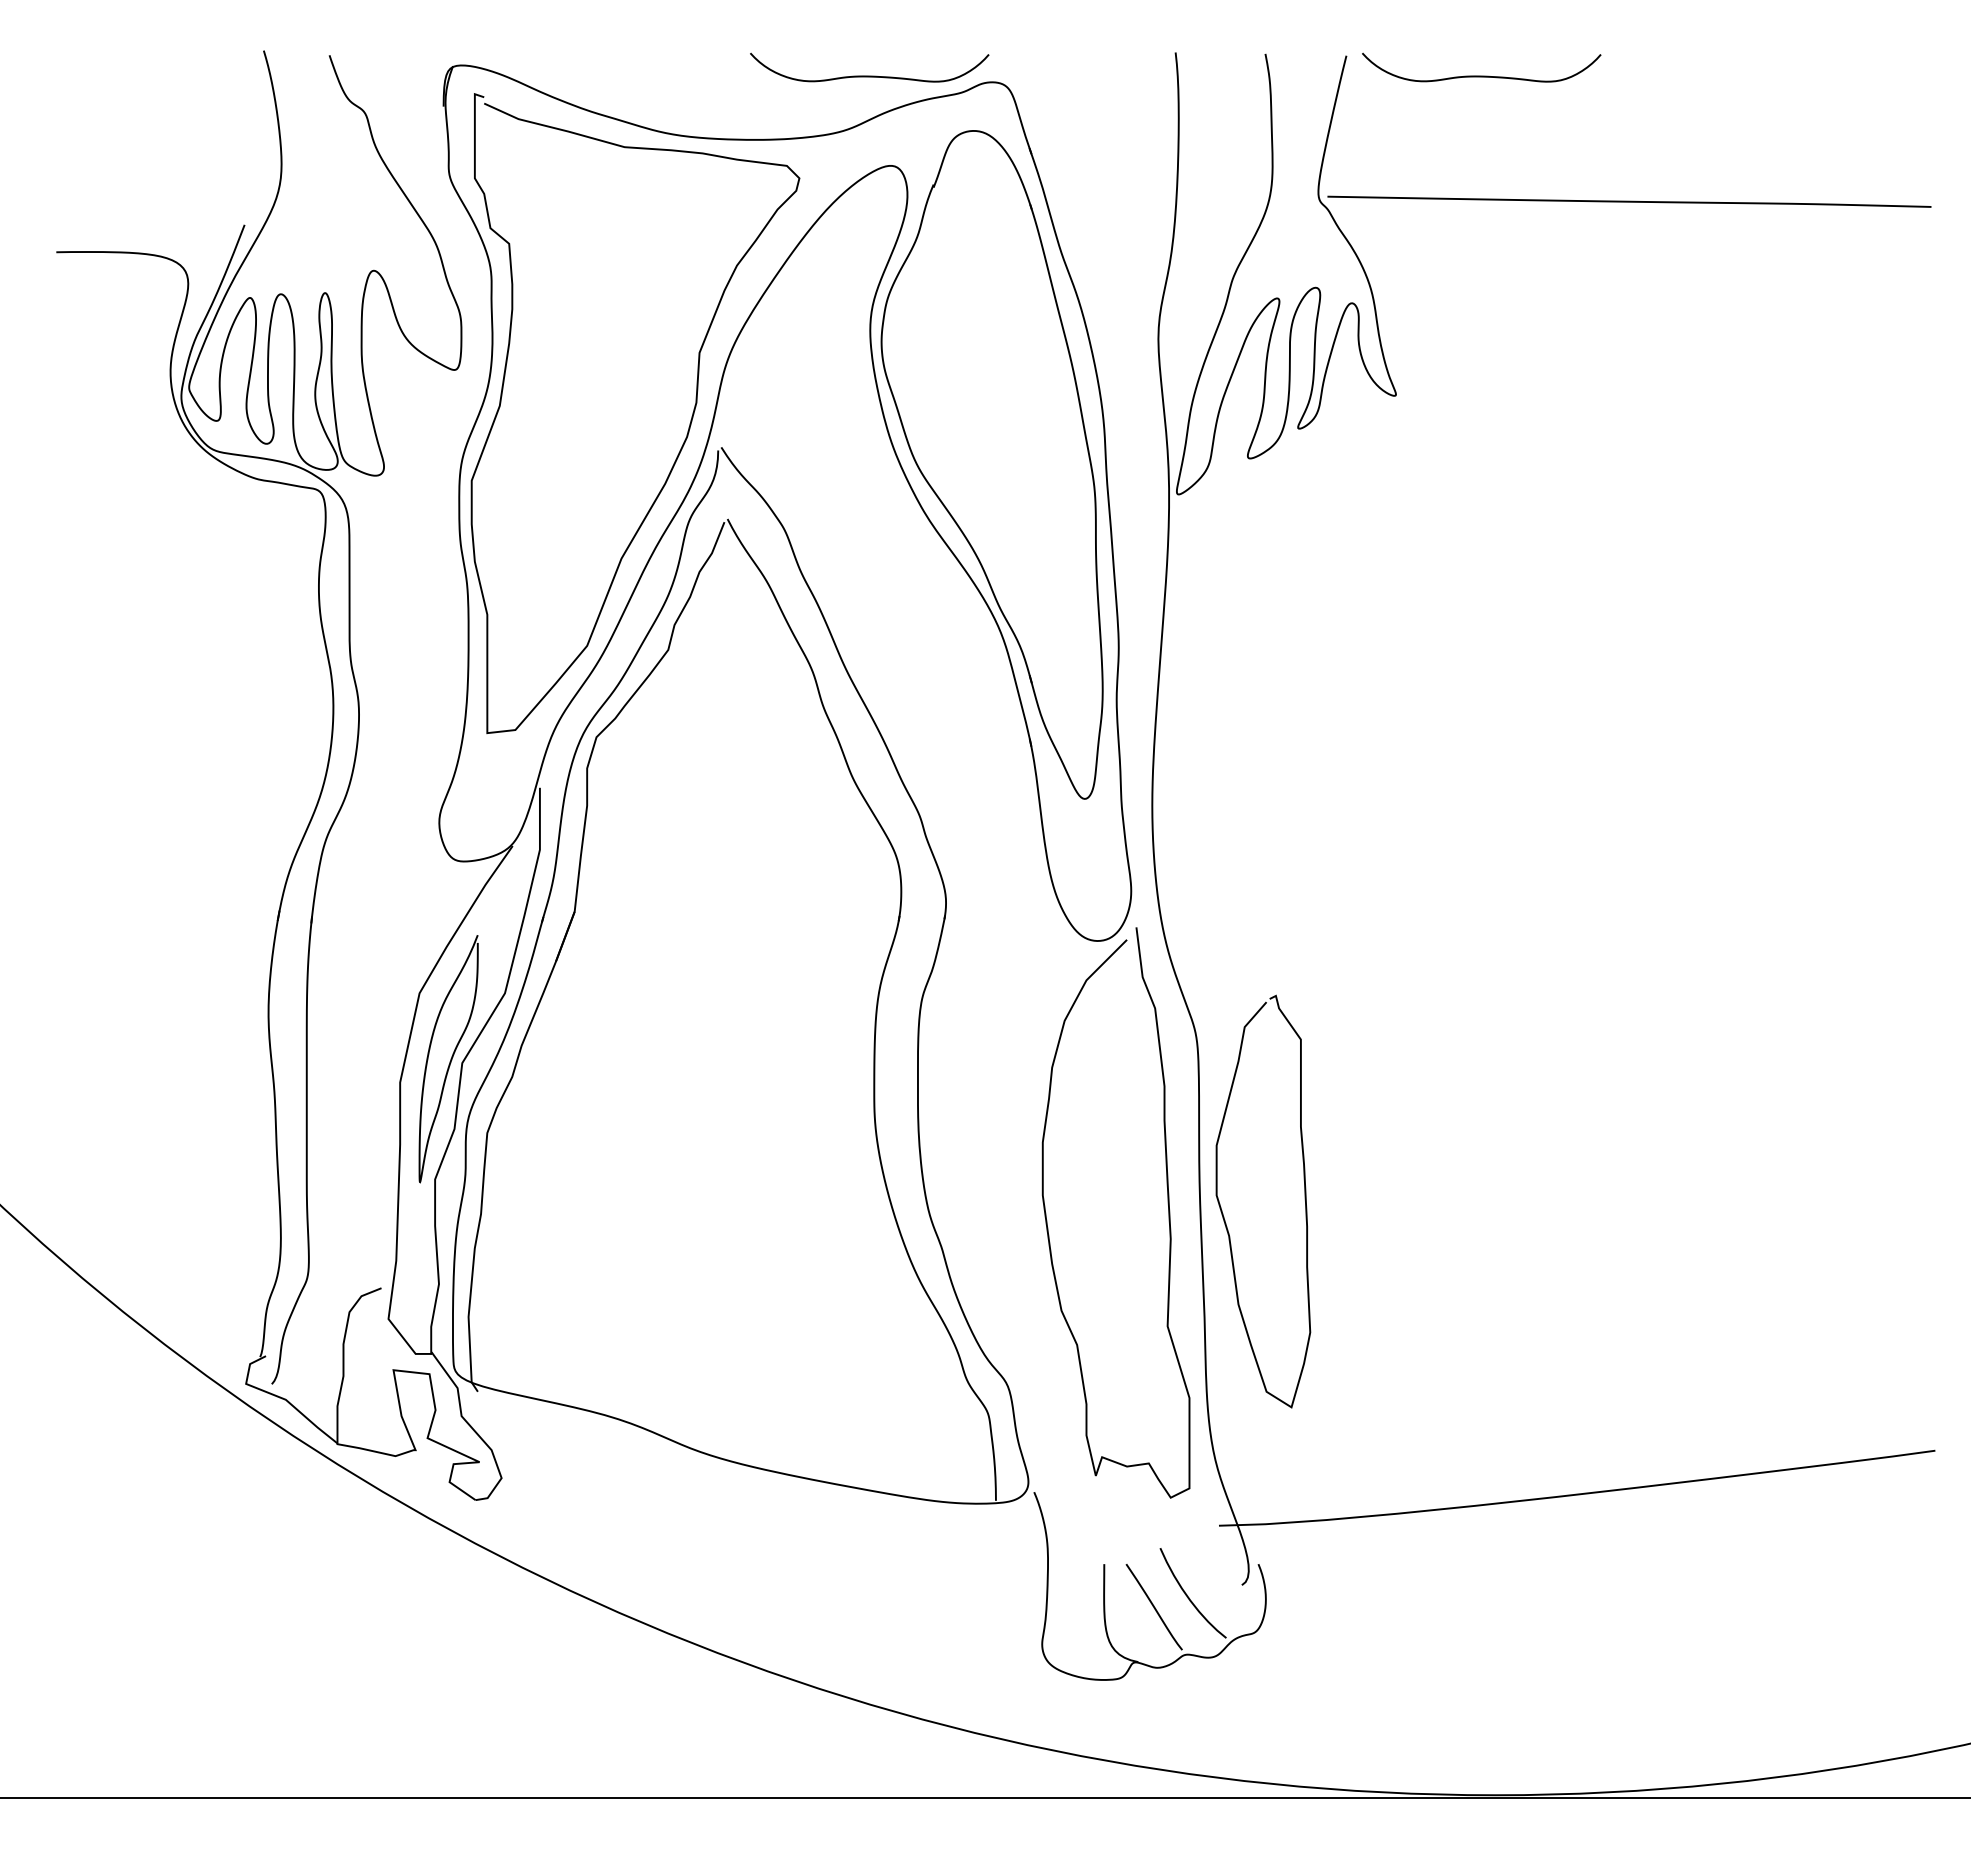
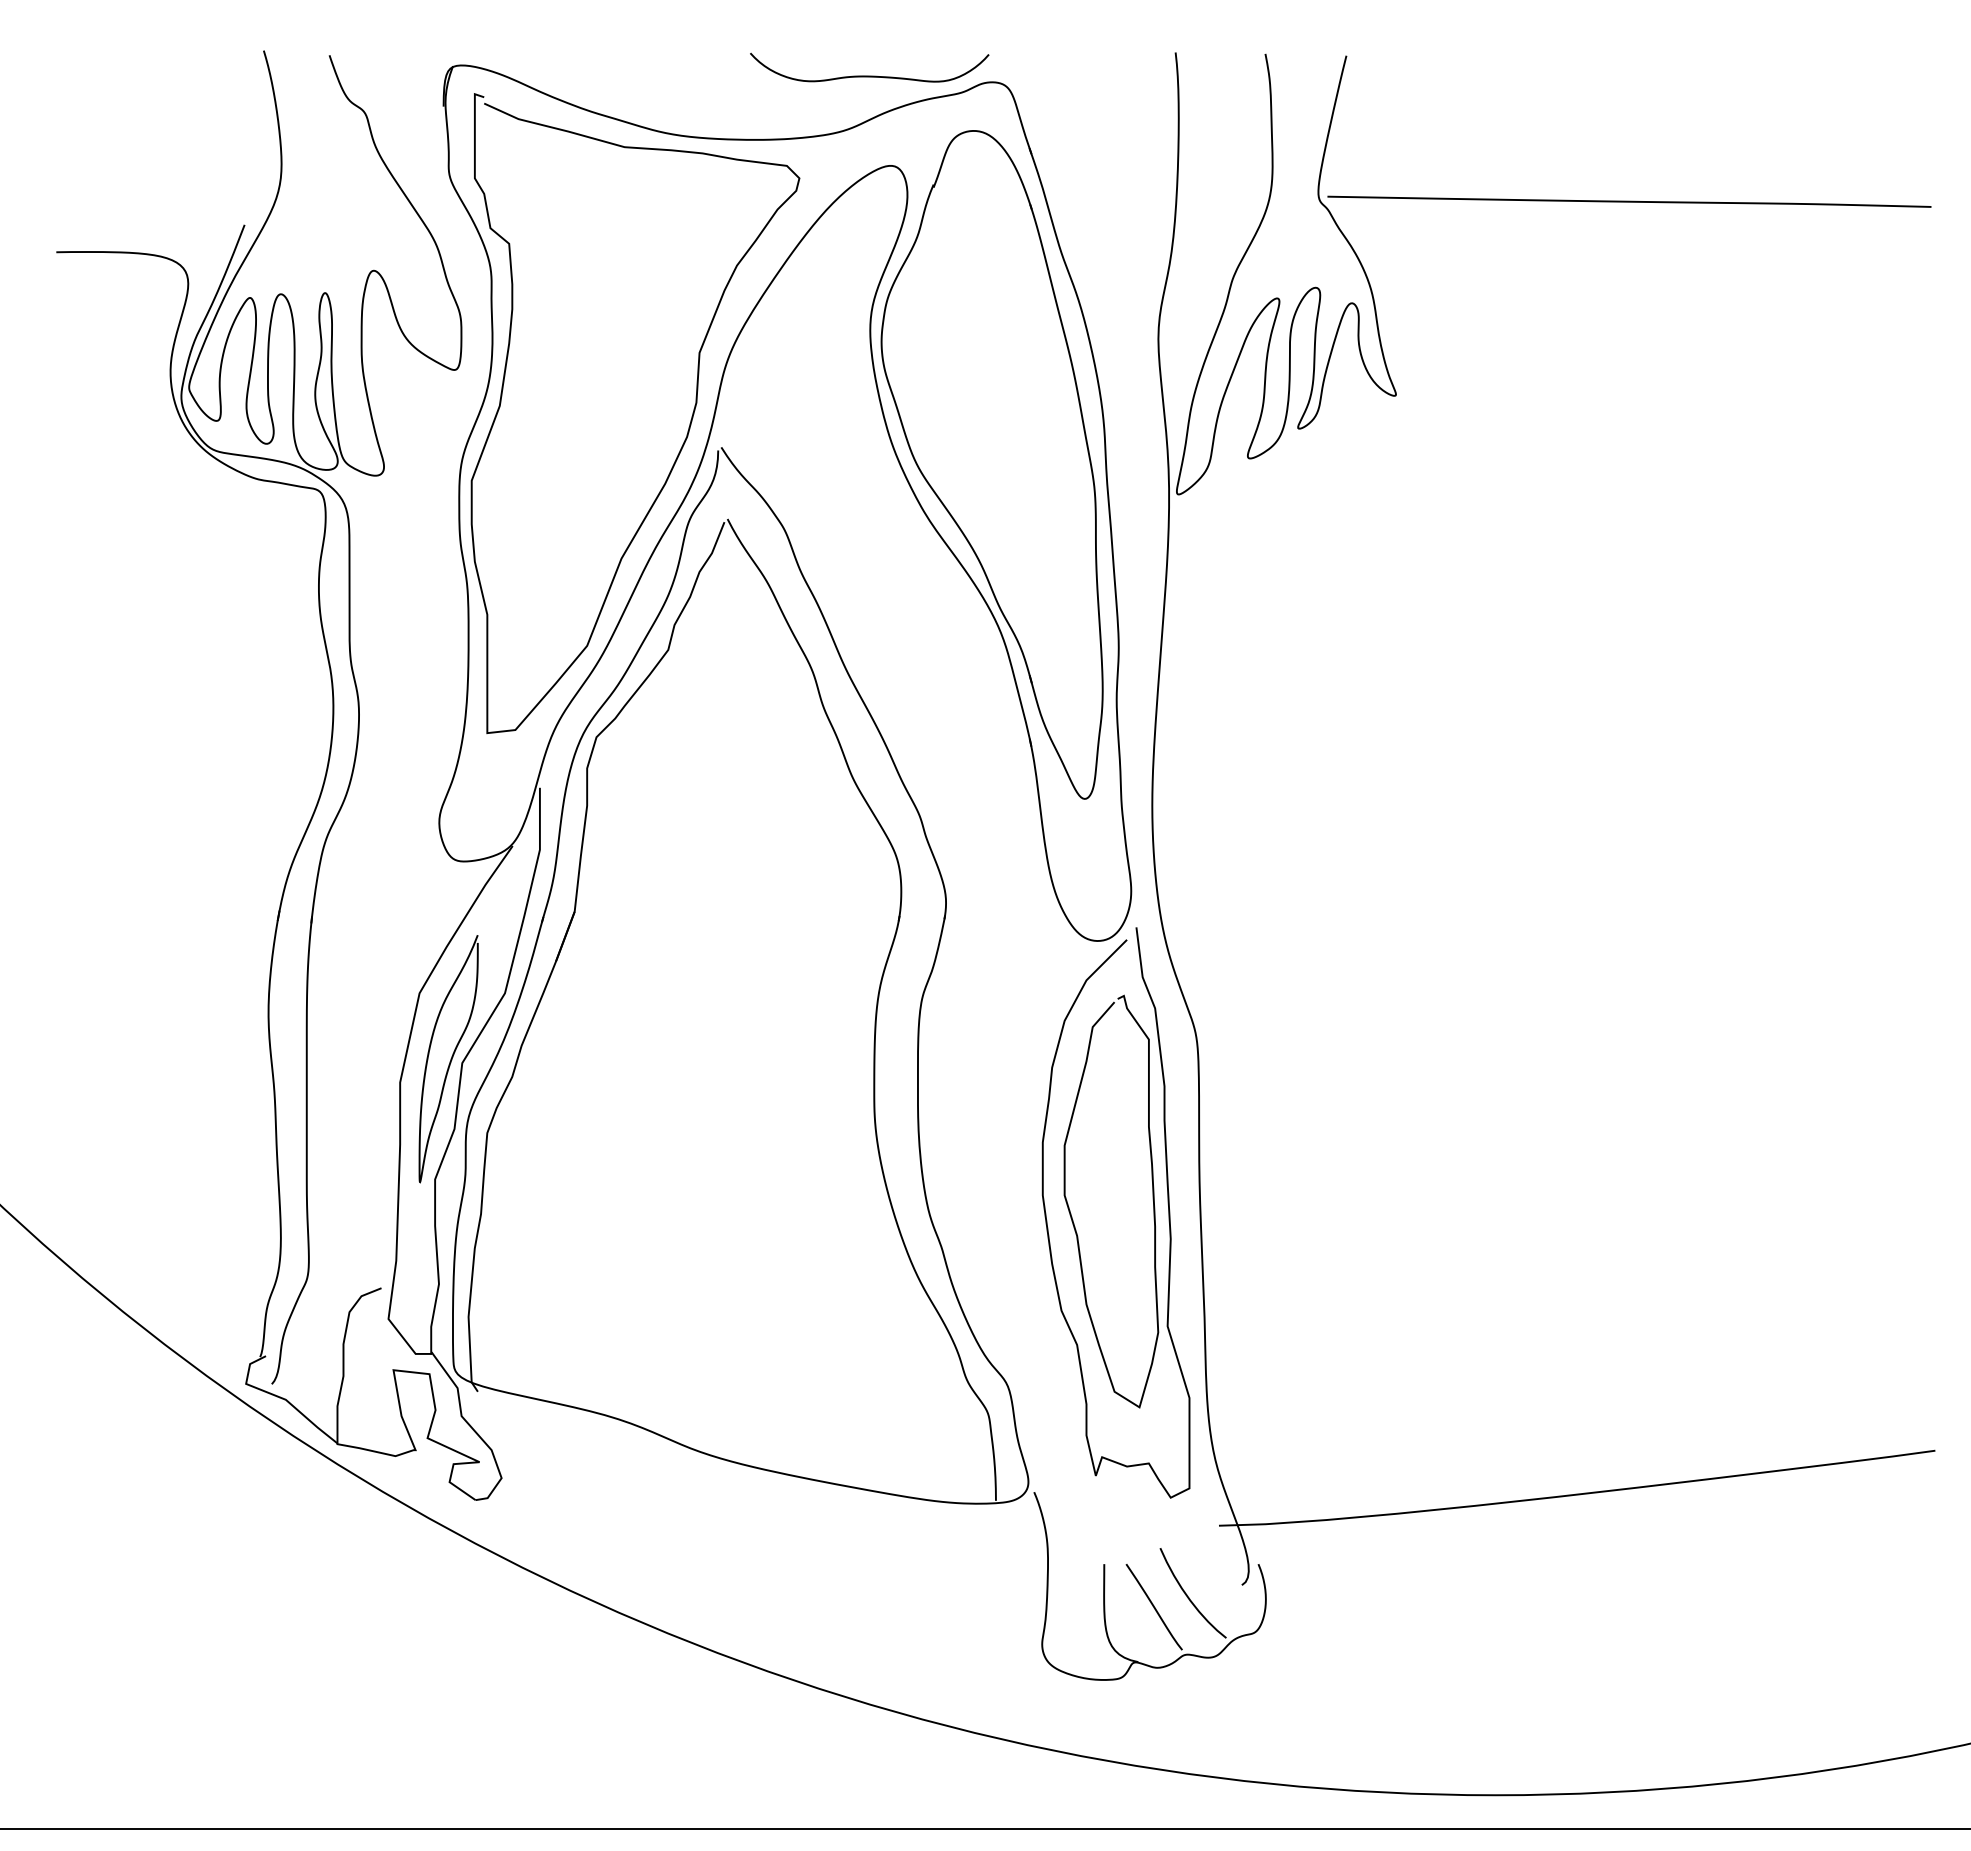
curve at (1481, 75): present -> none
curve at (1304, 1199) position: (1304, 1199) -> (1152, 1199)
line at (984, 1797) position: (984, 1797) -> (984, 1828)
